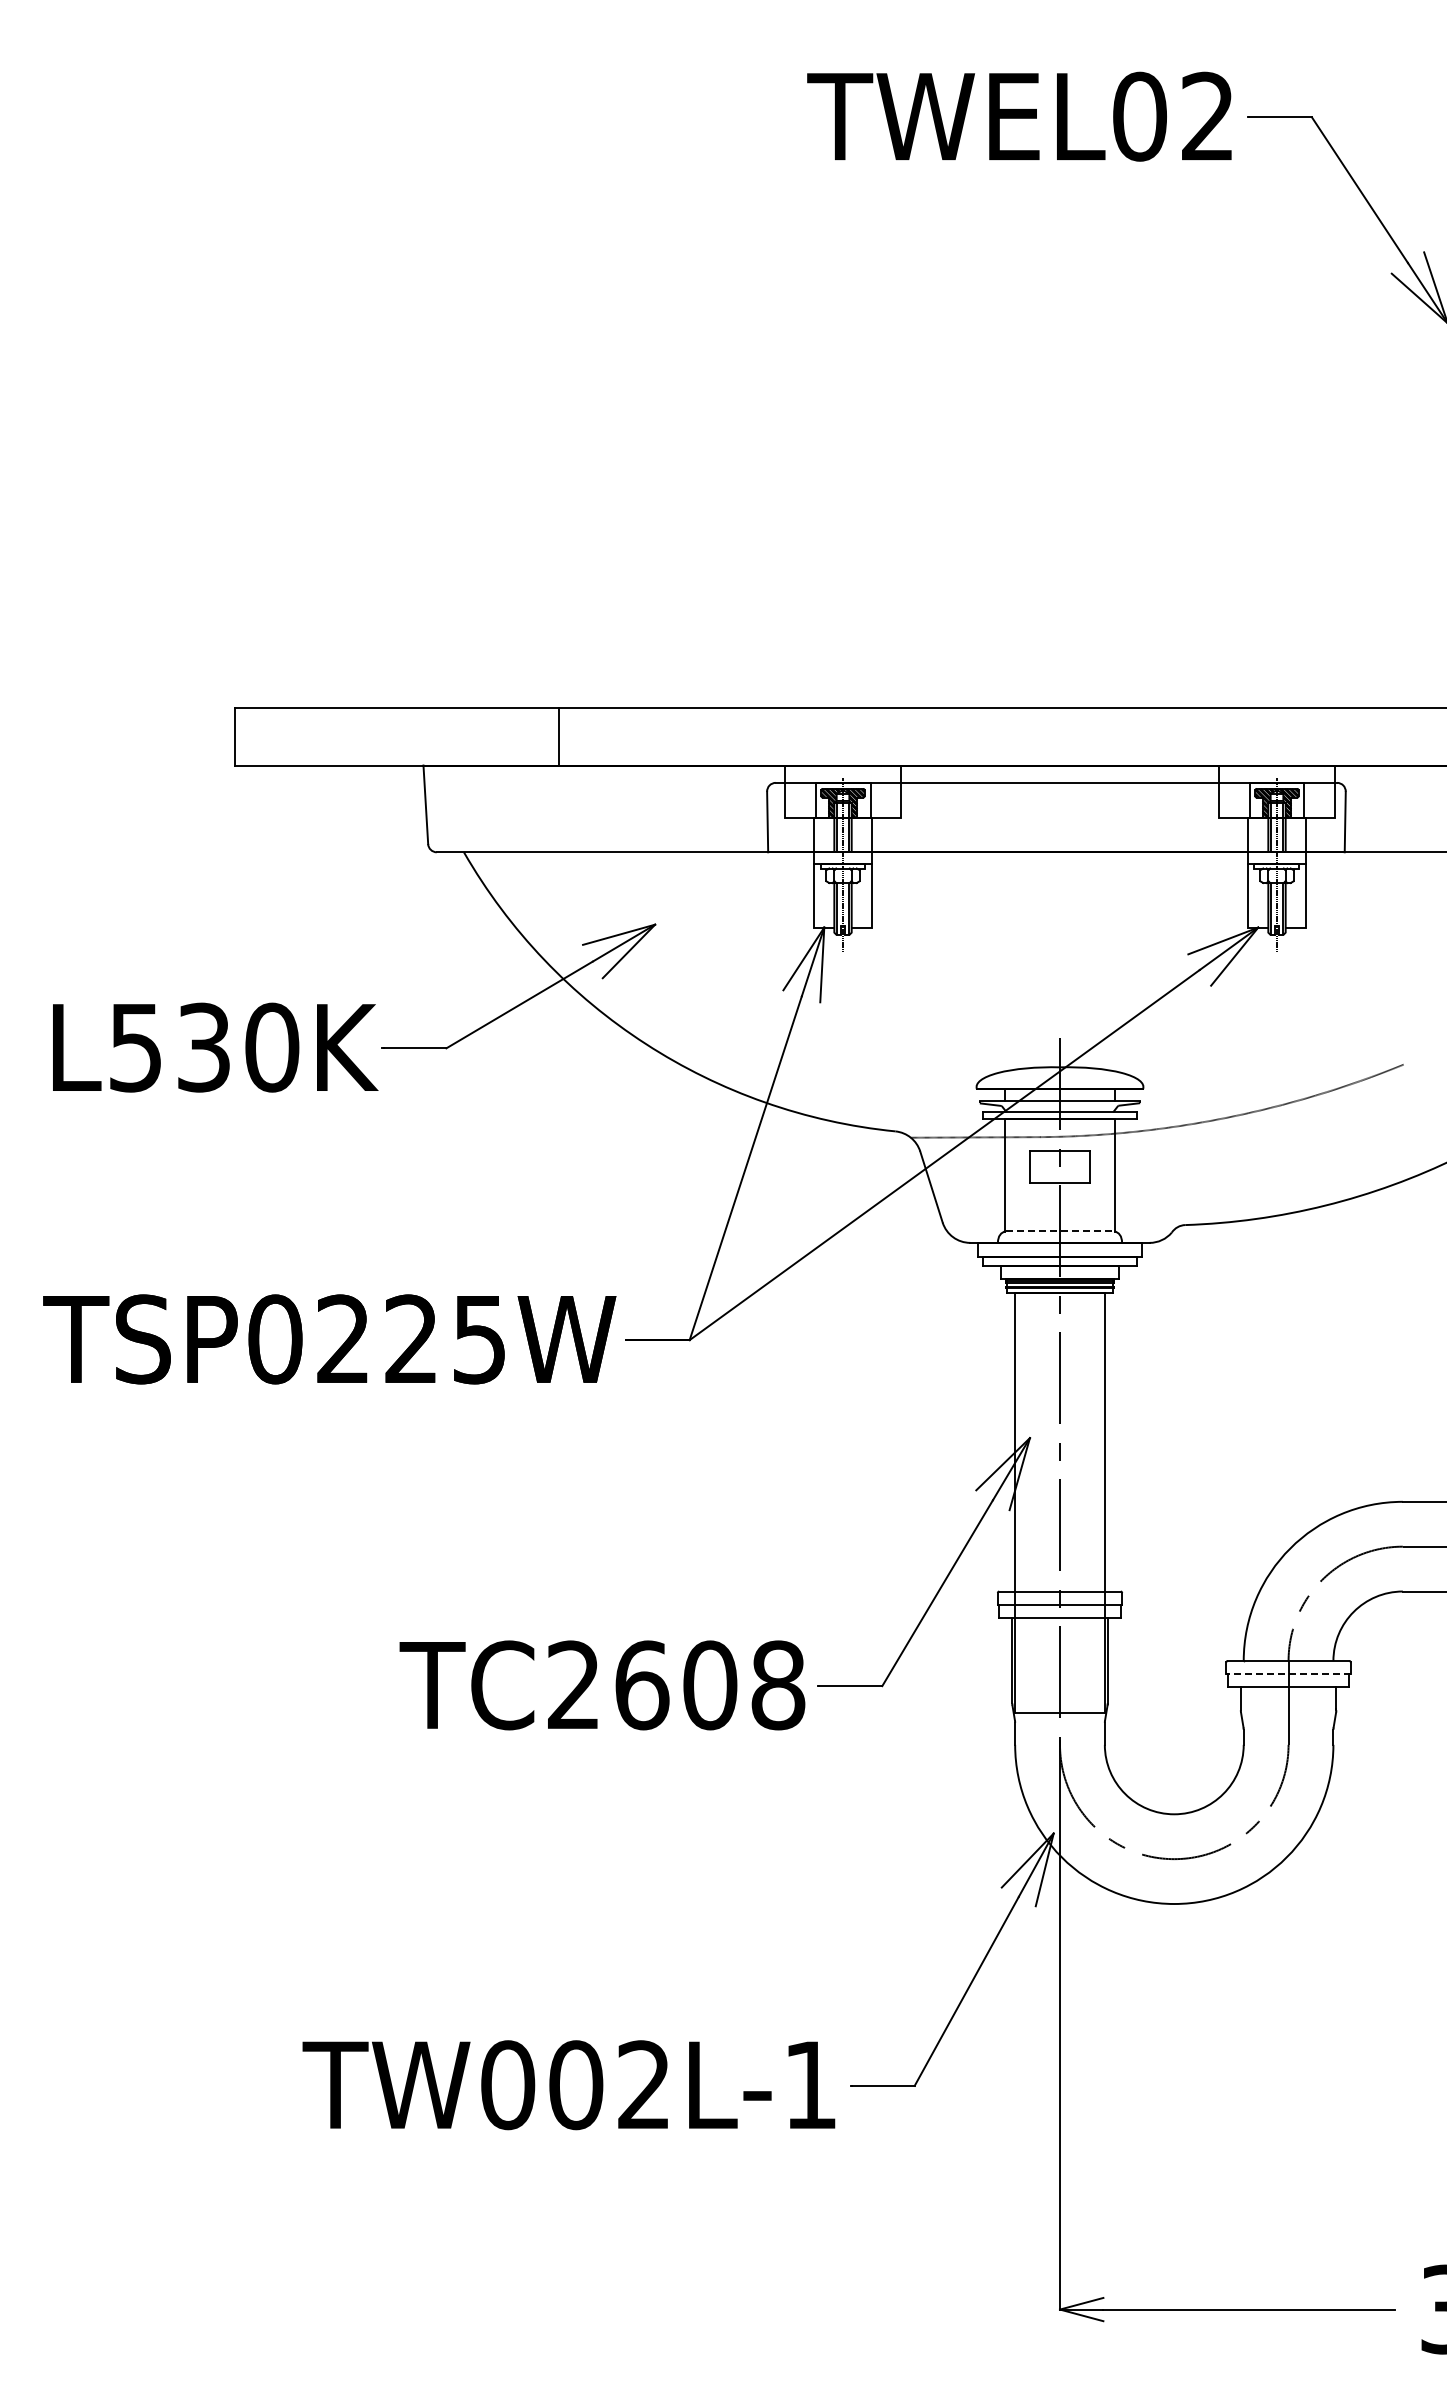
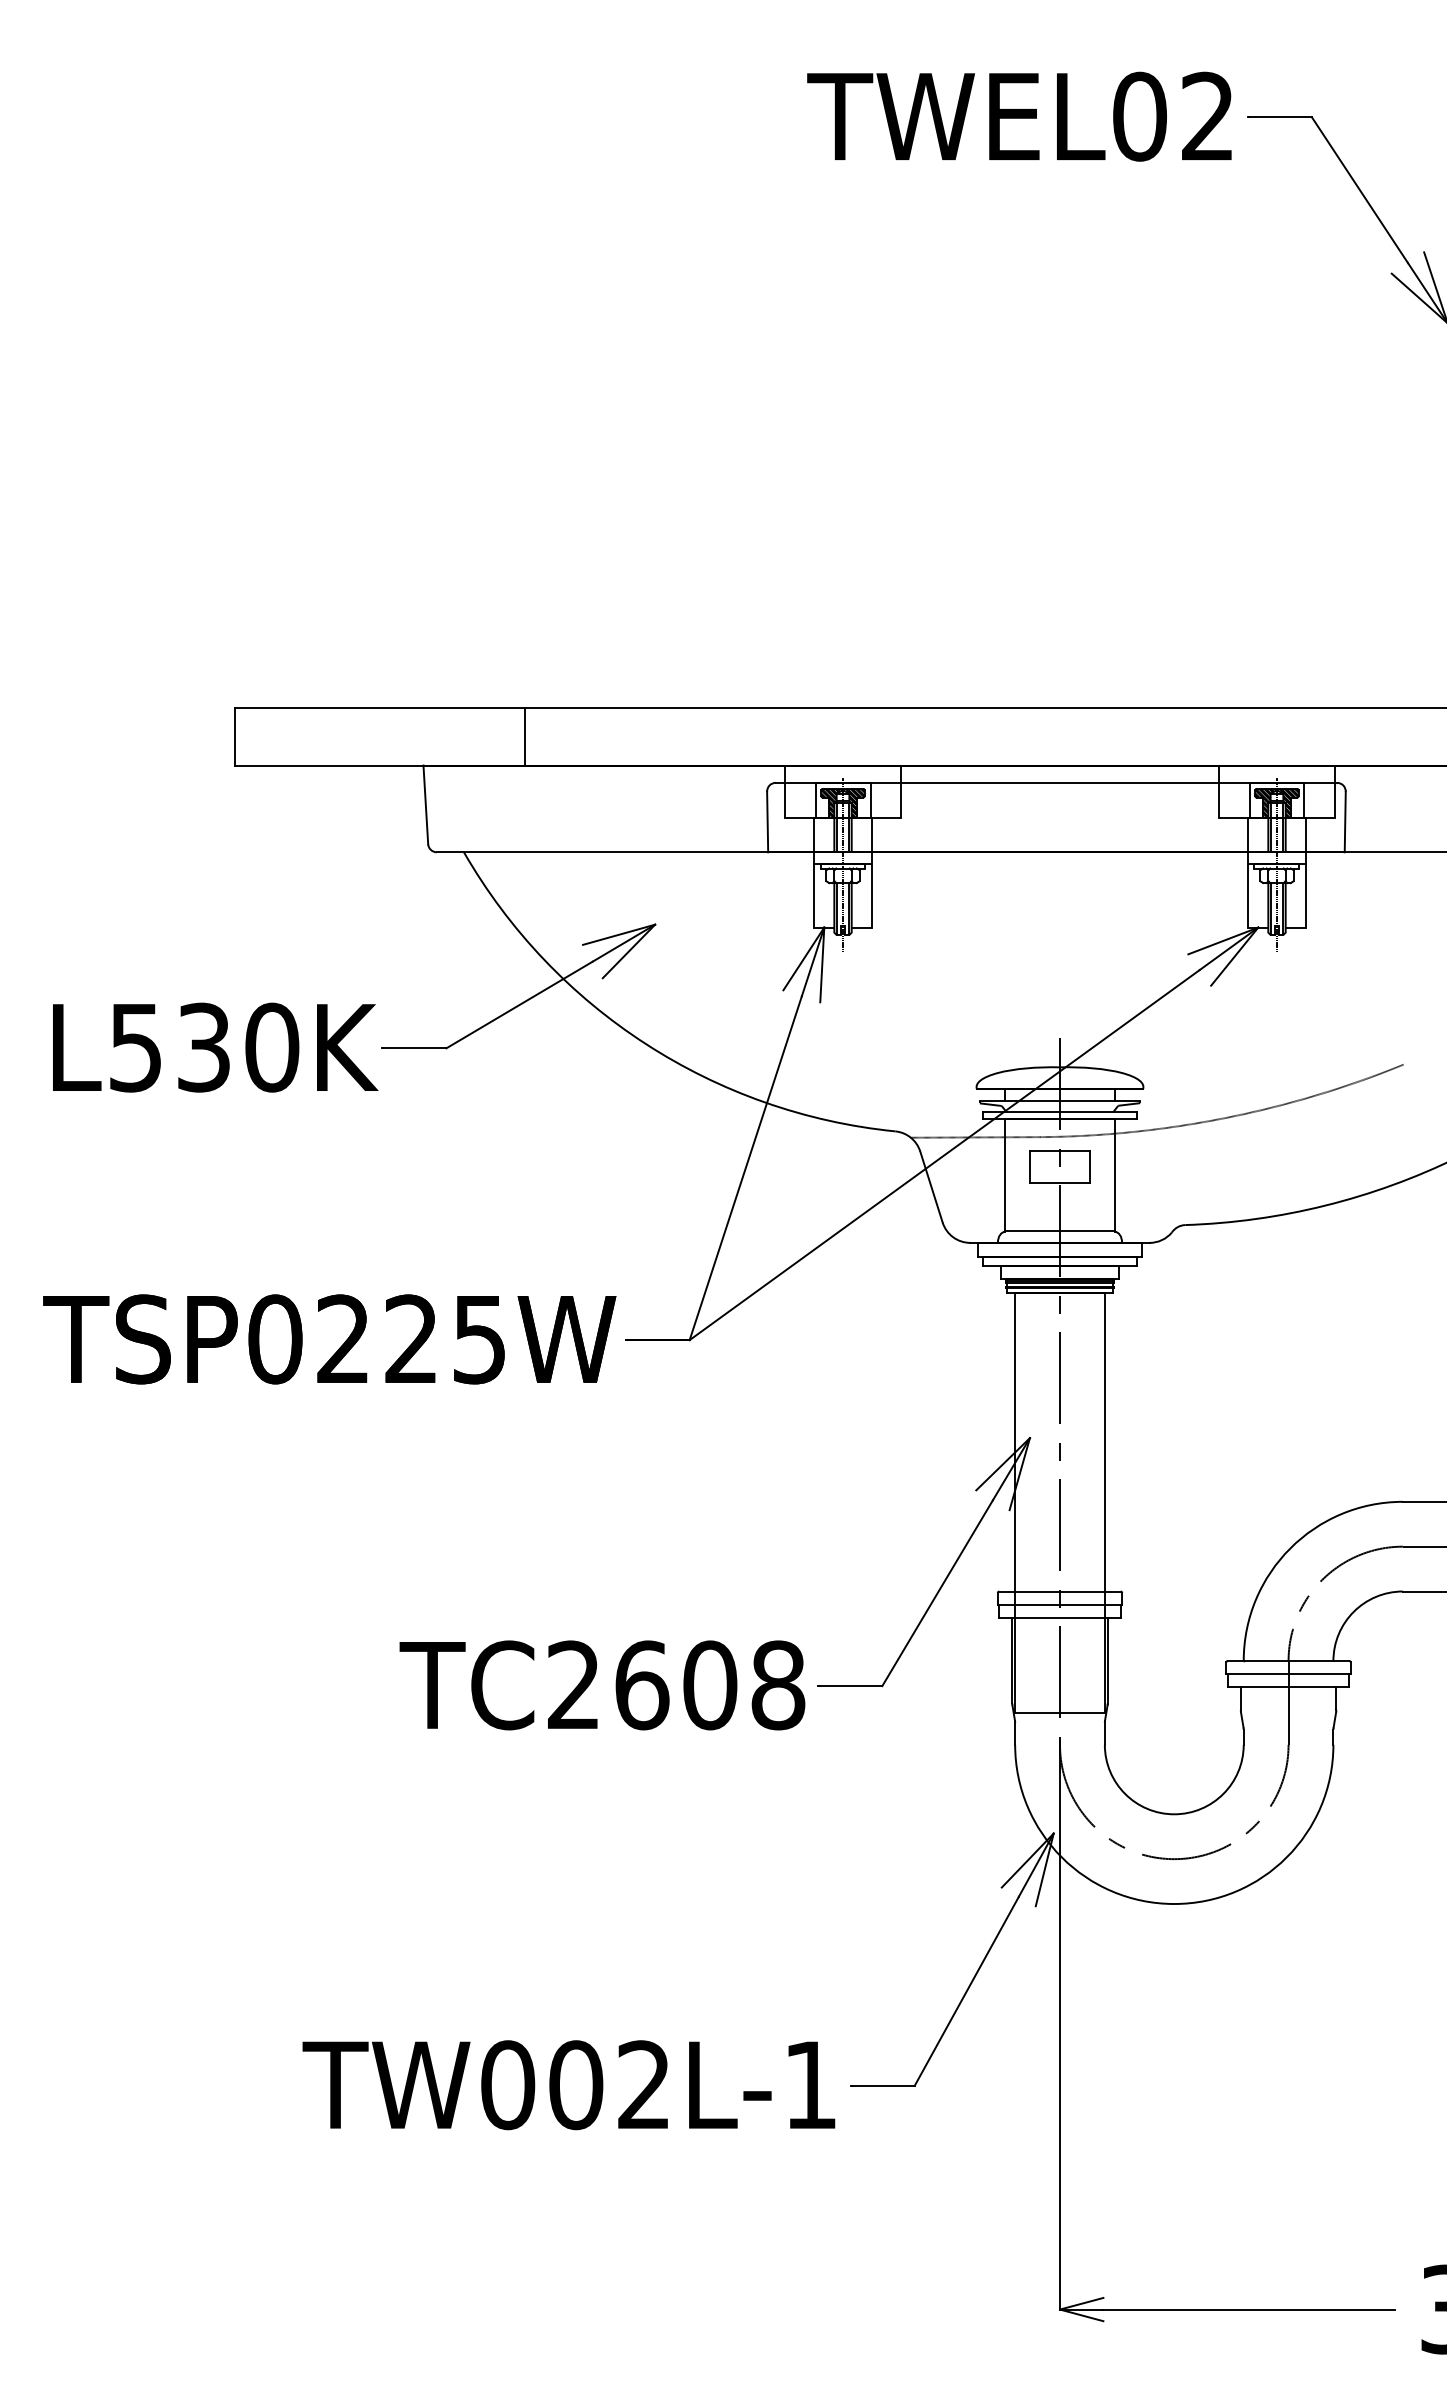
line at (558, 736) position: (558, 736) -> (524, 736)
line at (1060, 1231): dashed -> solid
line at (1288, 1673): dashed -> solid
